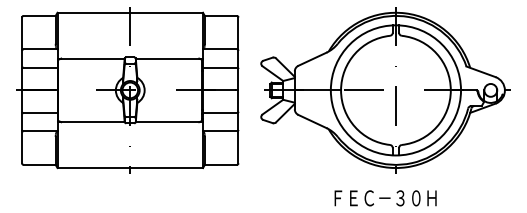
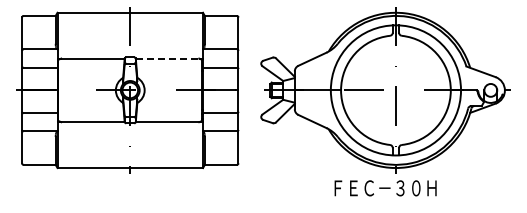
line at (167, 58): solid -> dashed
text at (385, 198) position: (385, 198) -> (385, 188)
